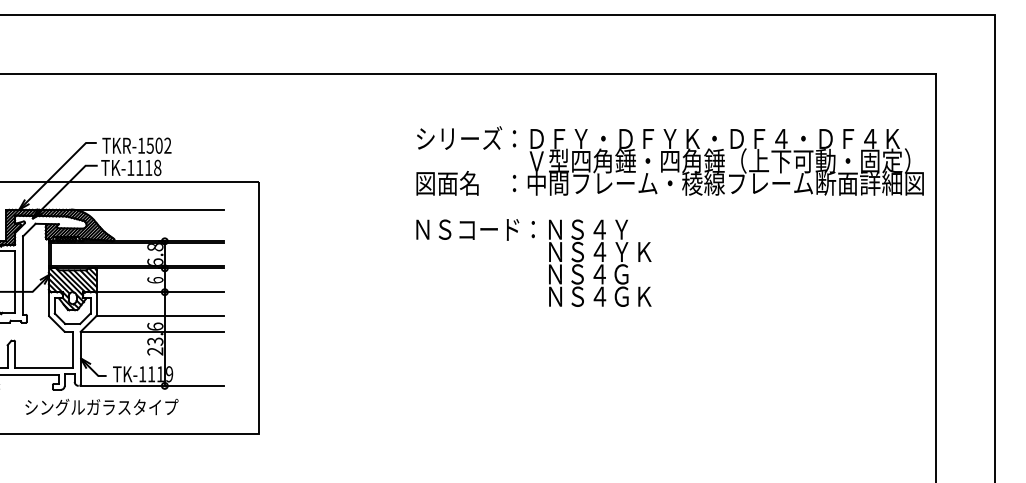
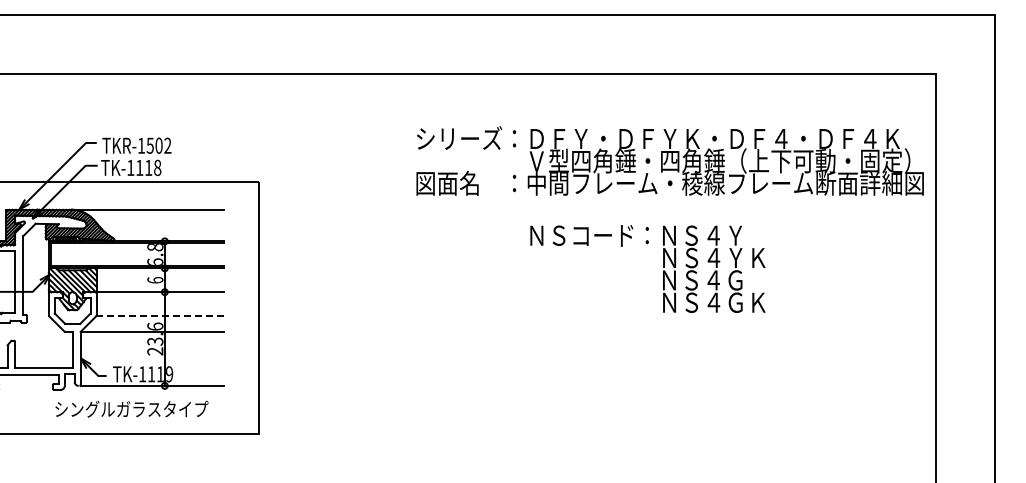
text at (533, 262) position: (533, 262) -> (647, 268)
line at (160, 316): solid -> dashed
text at (101, 406) position: (101, 406) -> (131, 408)
